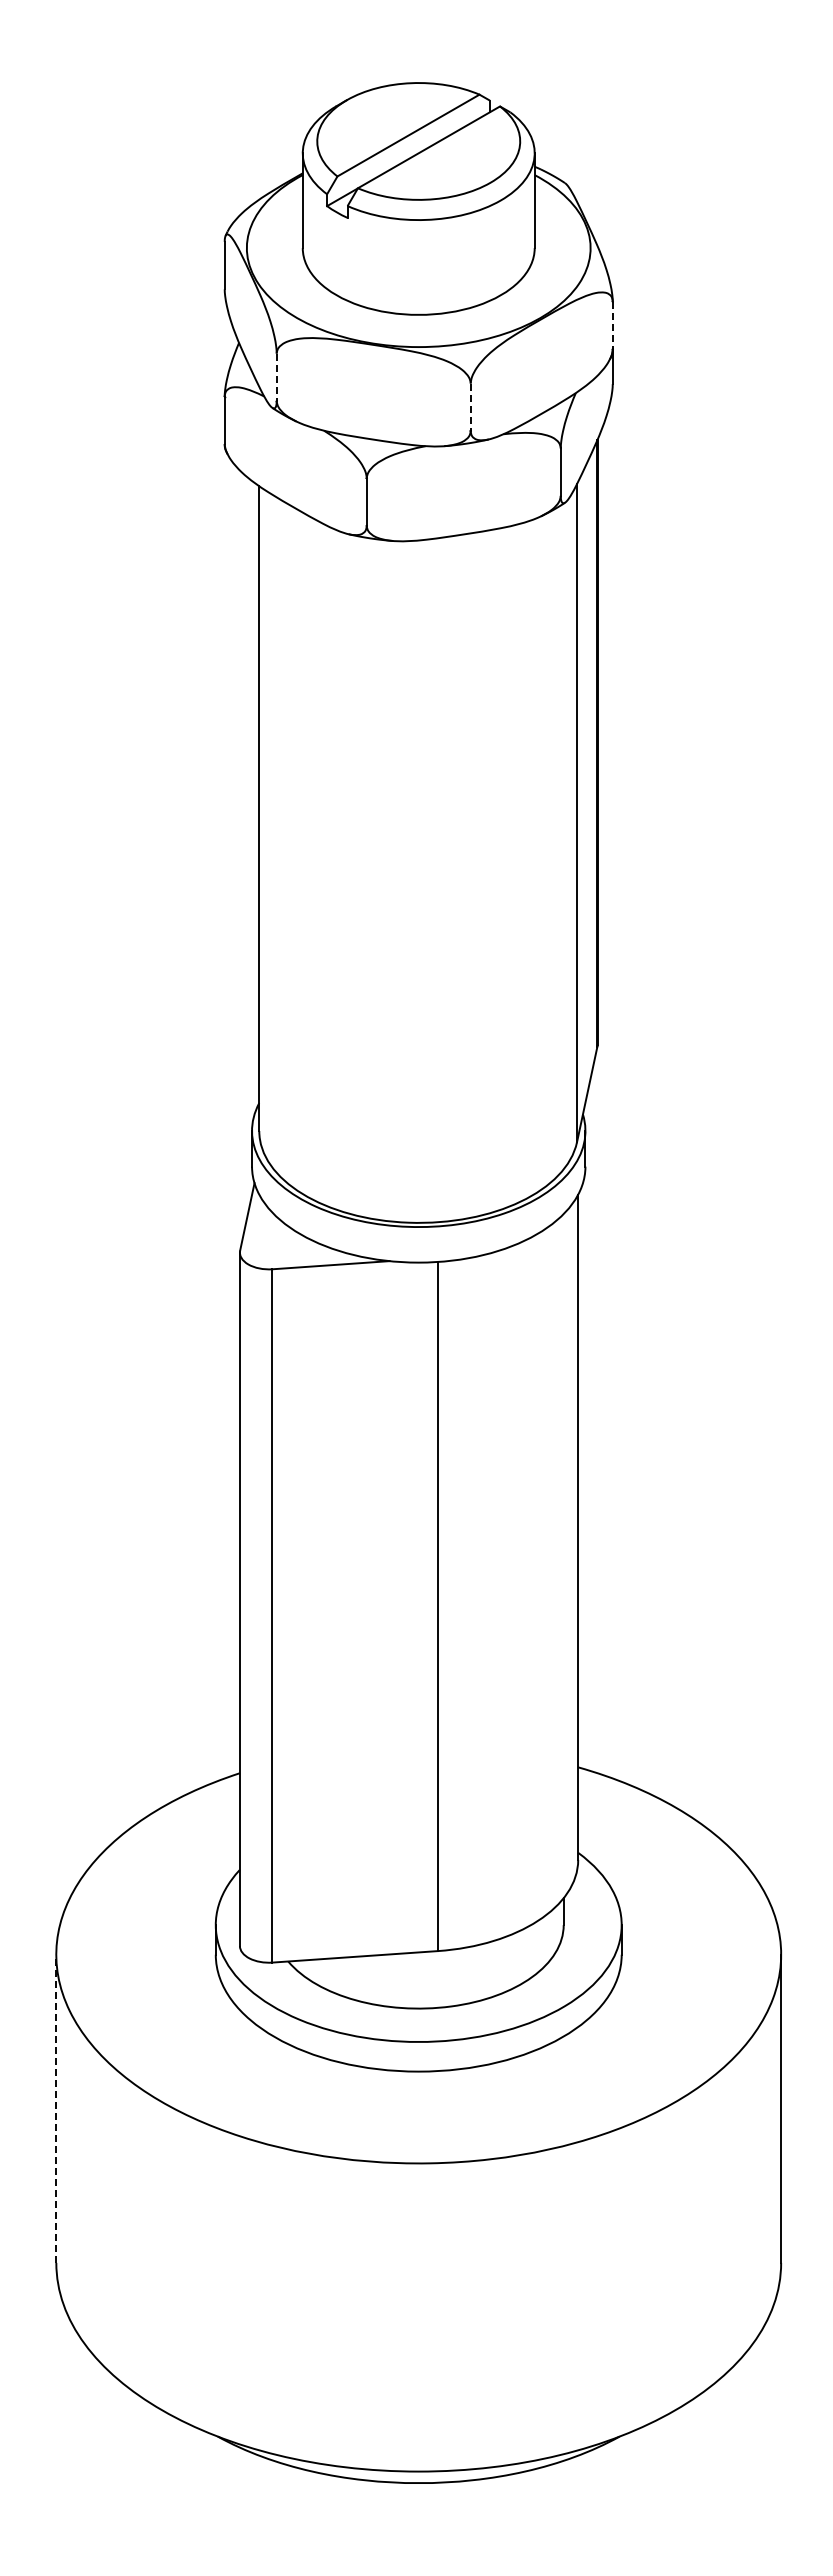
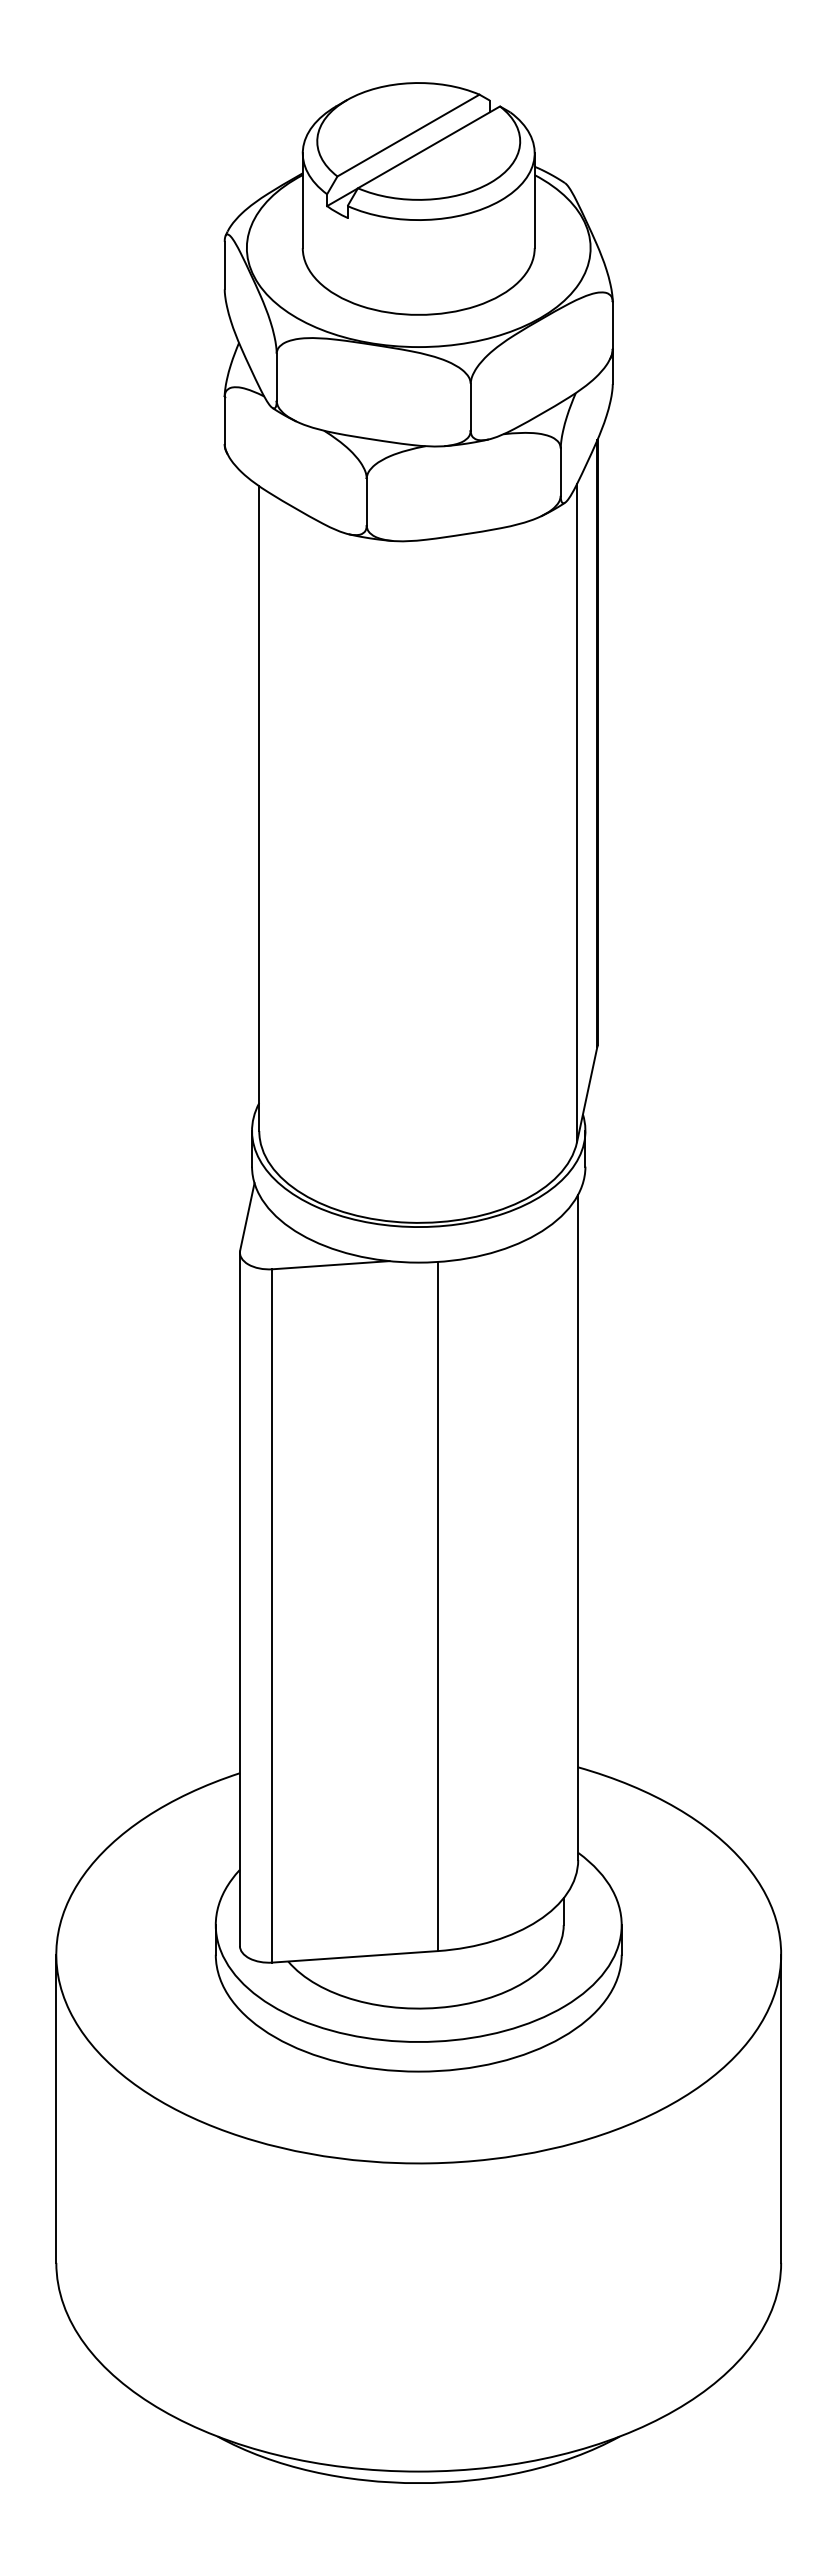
line at (612, 325): dashed -> solid
line at (276, 377): dashed -> solid
line at (470, 407): dashed -> solid
line at (56, 2108): dashed -> solid
